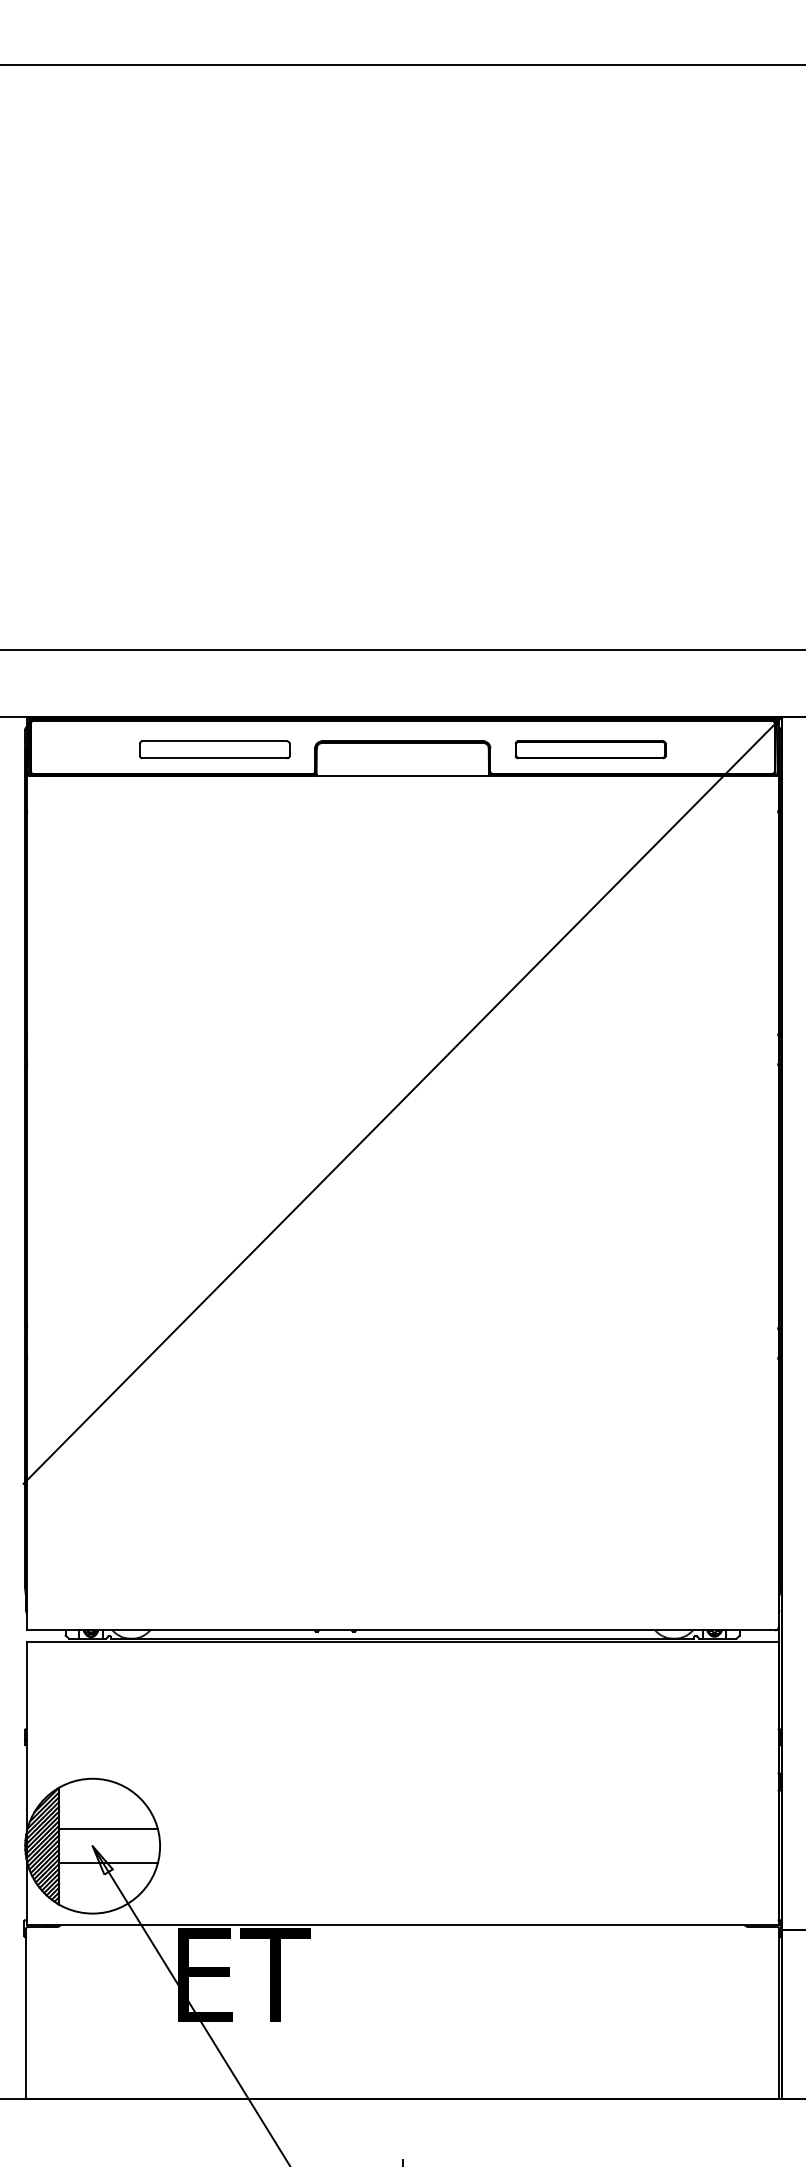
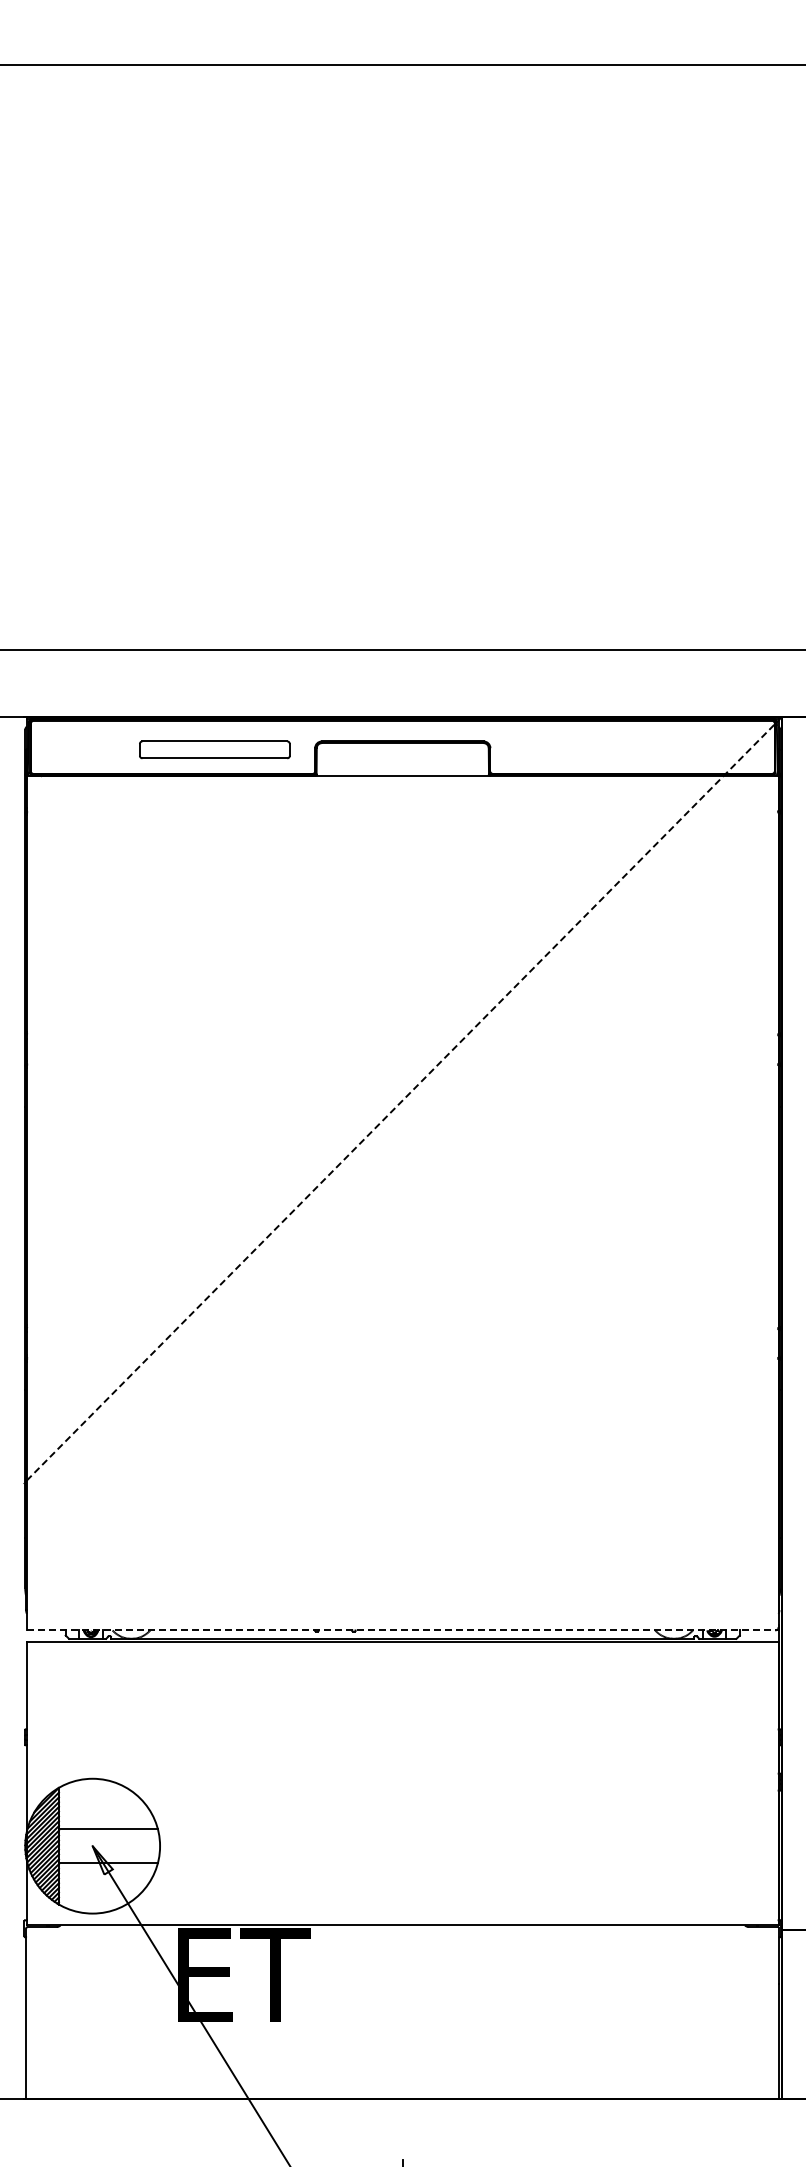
part at (590, 749): present -> none
line at (402, 1100): solid -> dashed
line at (402, 1630): solid -> dashed
